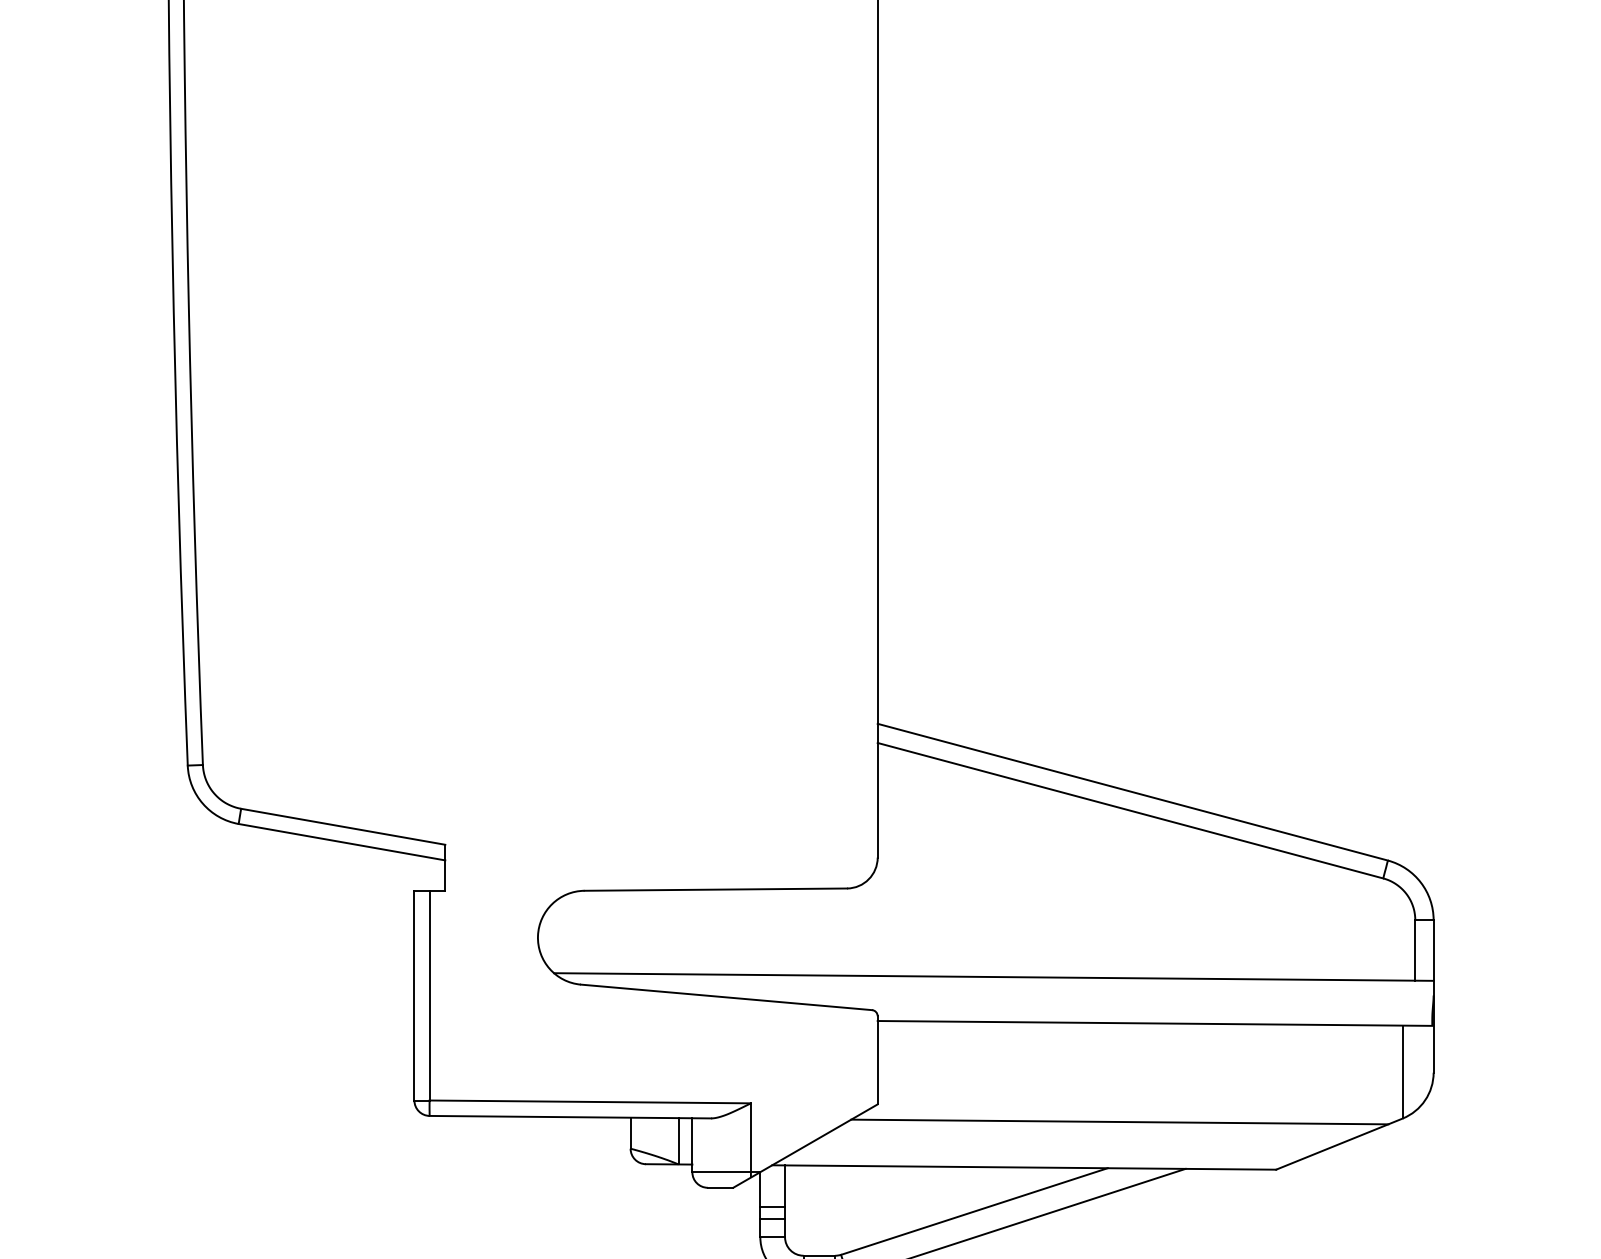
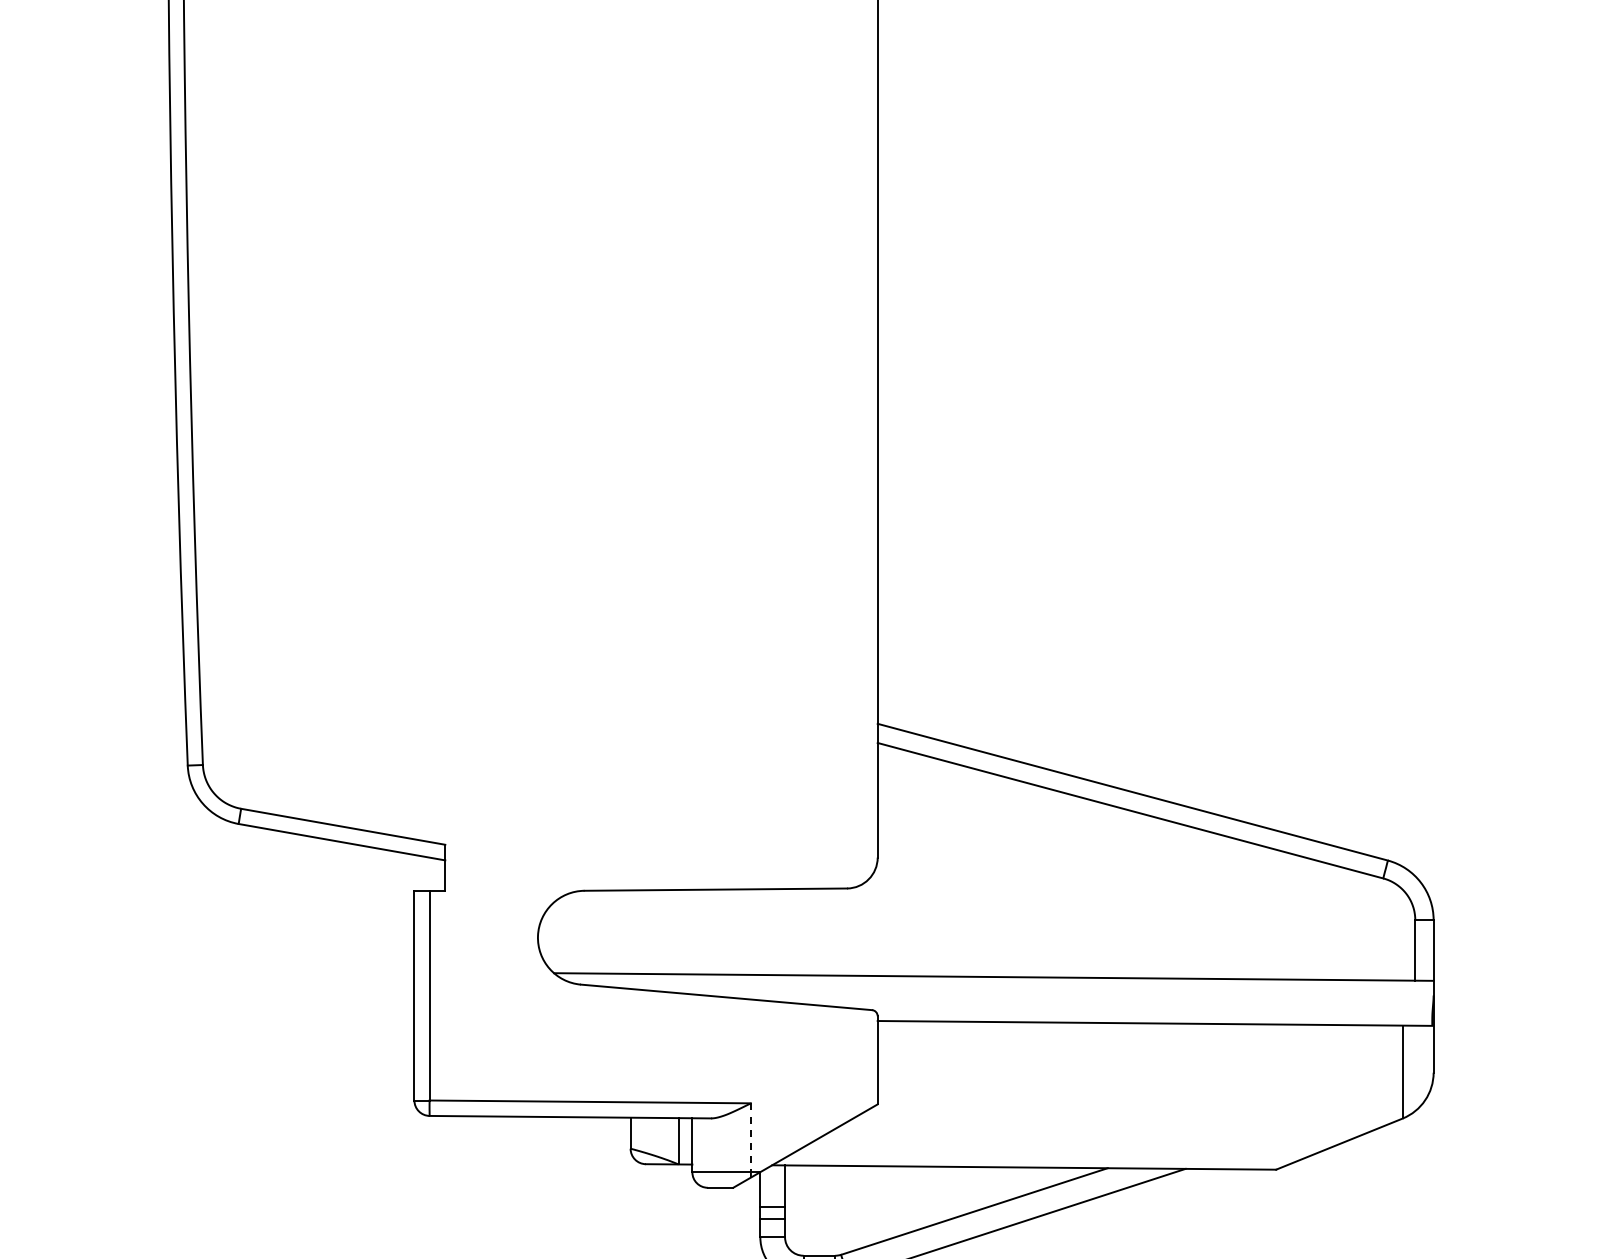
line at (1119, 1121): present -> none
line at (750, 1138): solid -> dashed
